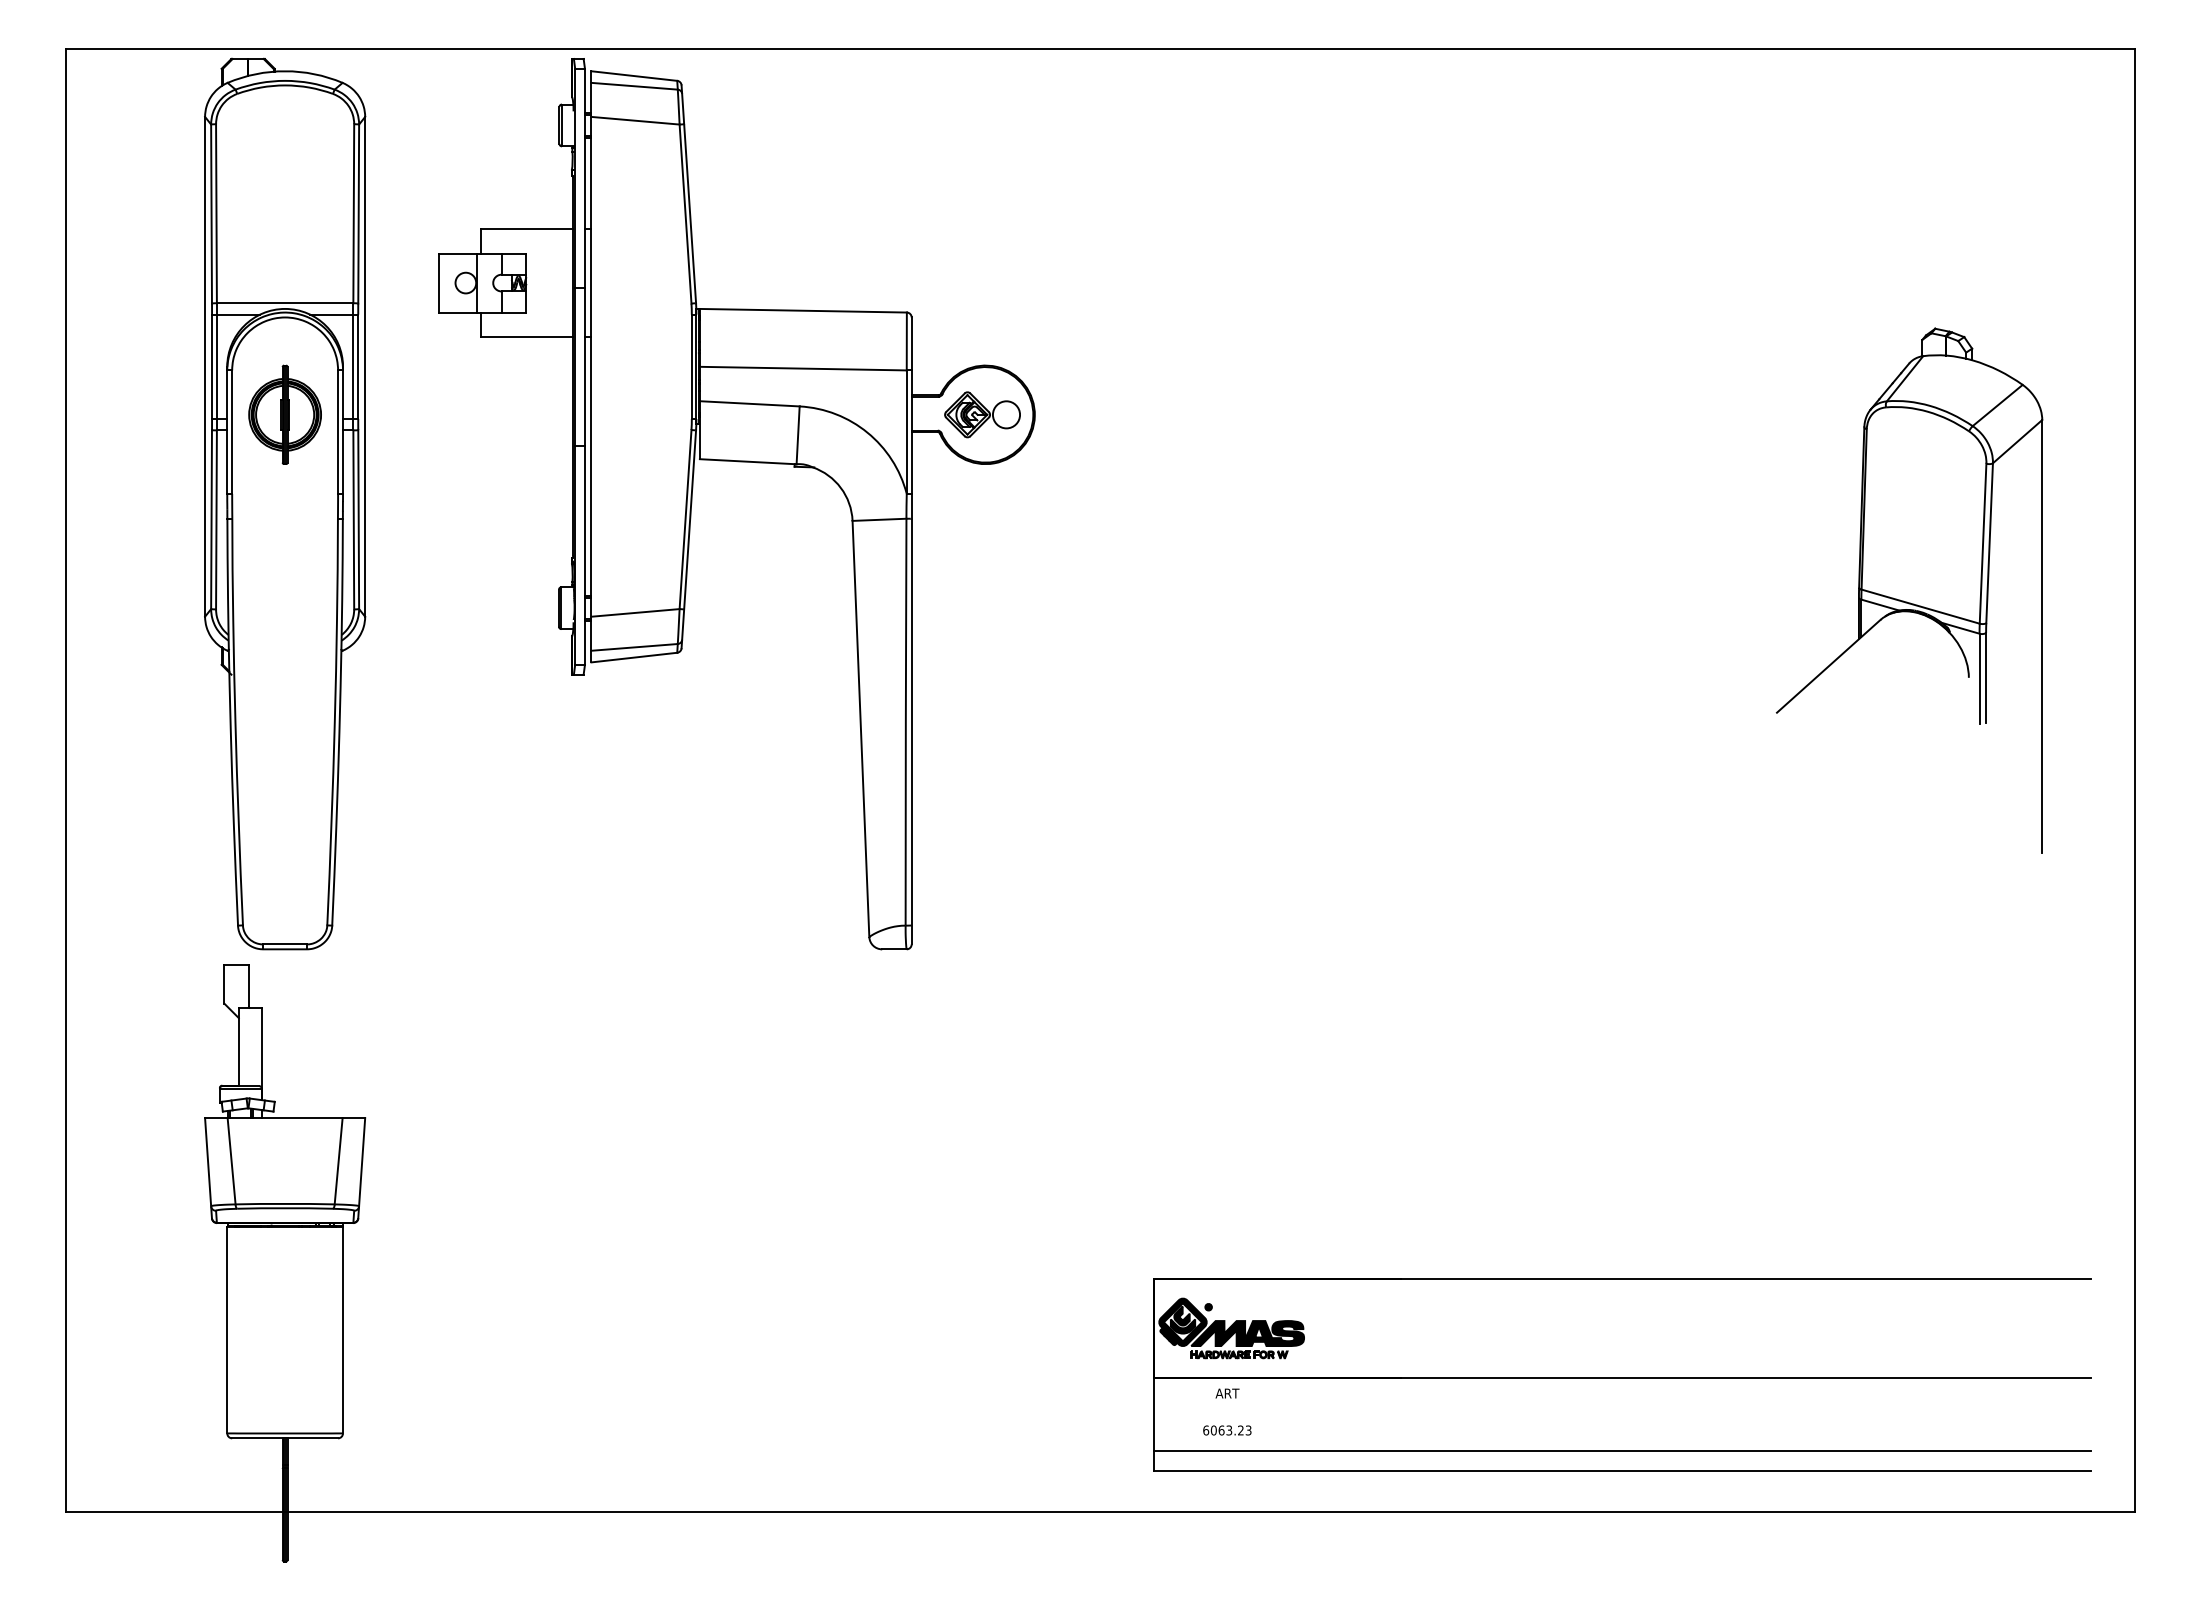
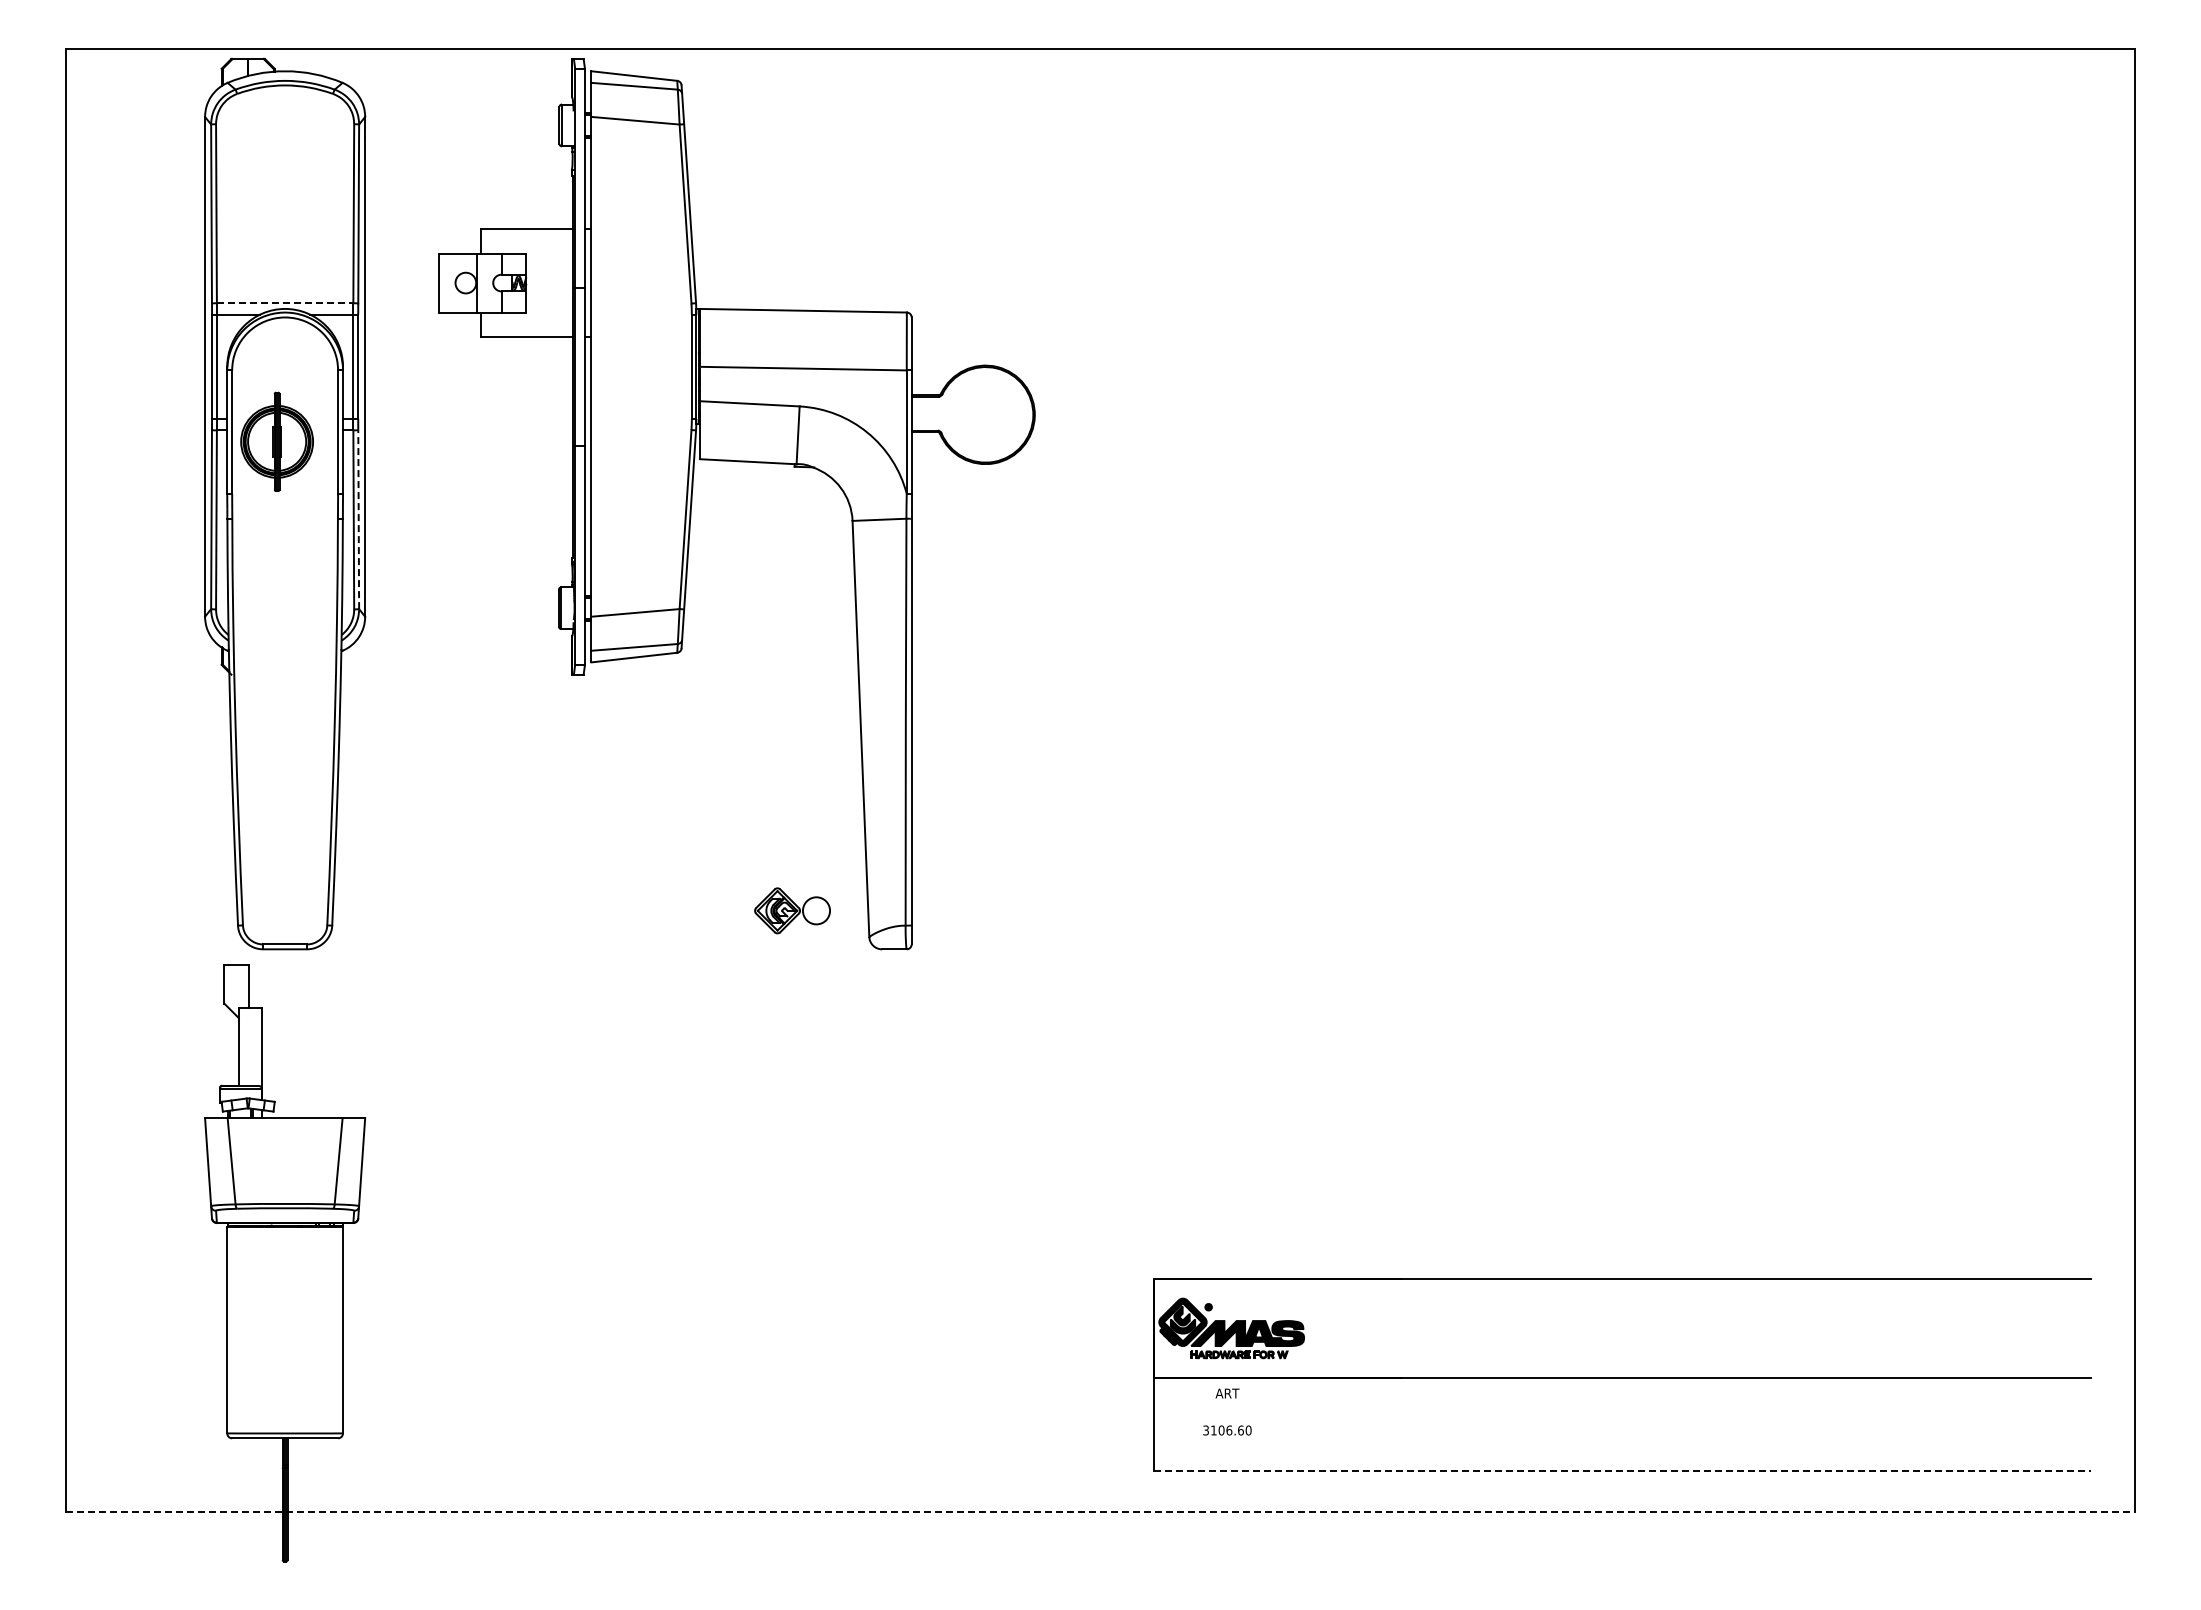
line at (285, 303): solid -> dashed
part at (284, 414) position: (284, 414) -> (276, 441)
part at (982, 414) position: (982, 414) -> (792, 910)
line at (358, 519): solid -> dashed
part at (1909, 590): present -> none
text at (1227, 1430): 6063.23 -> 3106.60
line at (1622, 1451): present -> none
line at (1623, 1471): solid -> dashed
line at (1100, 1511): solid -> dashed
